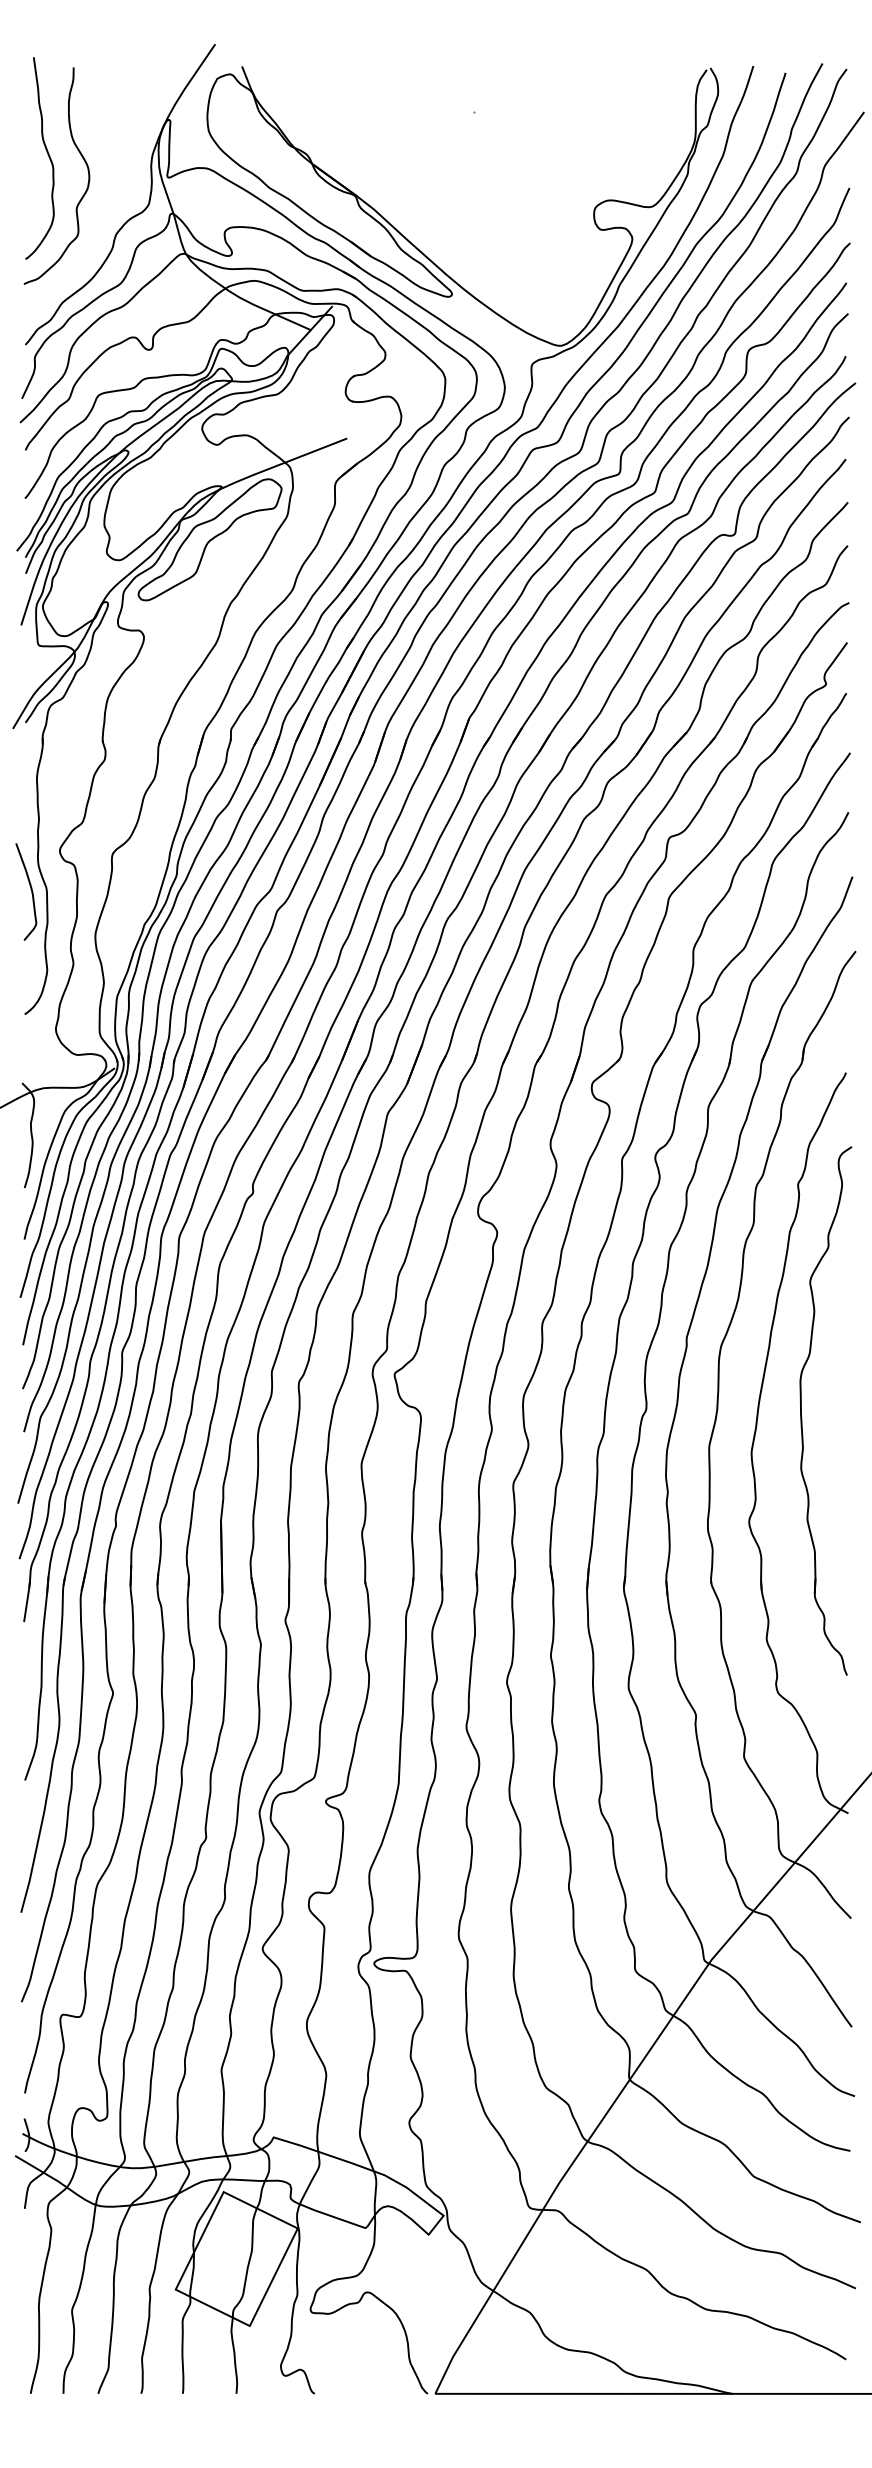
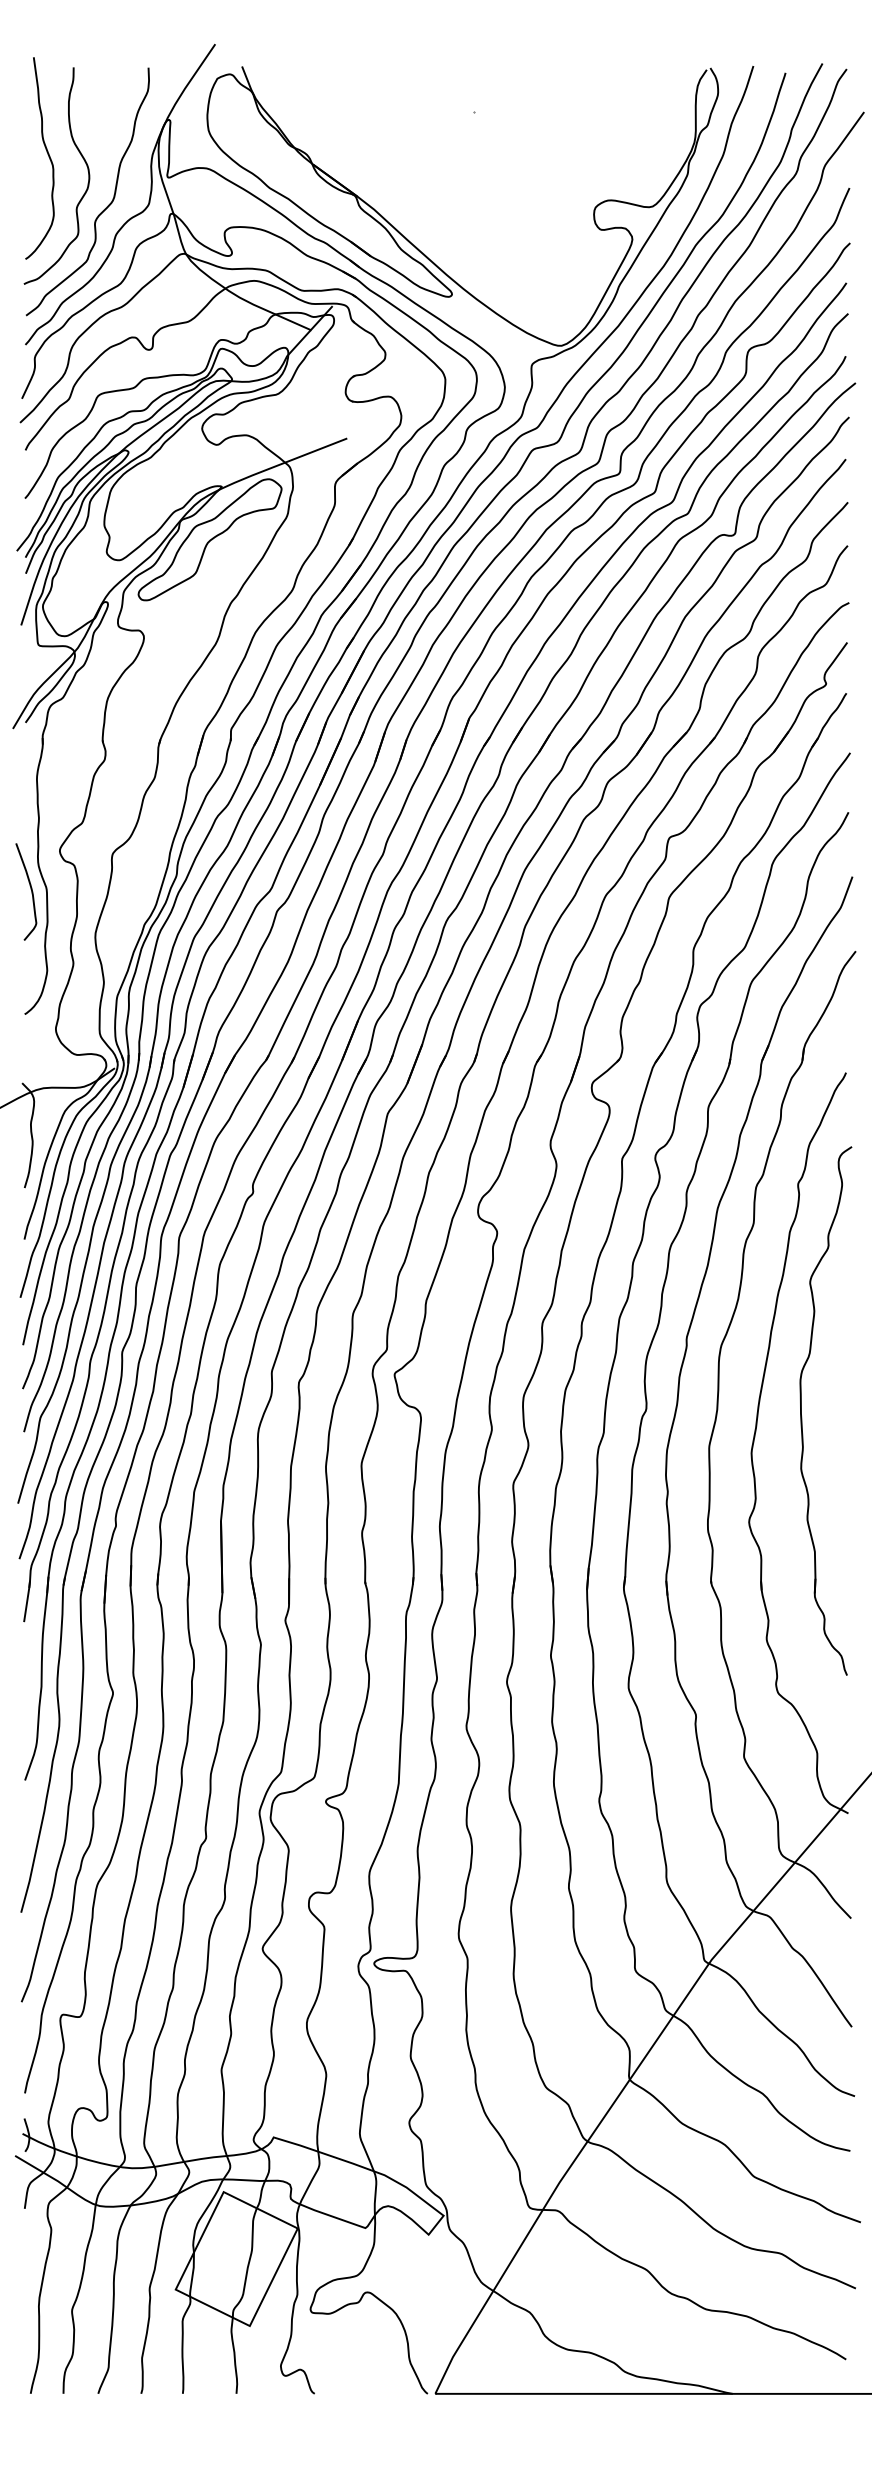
curve at (104, 208): none -> present
